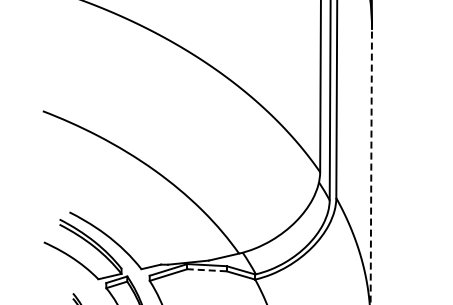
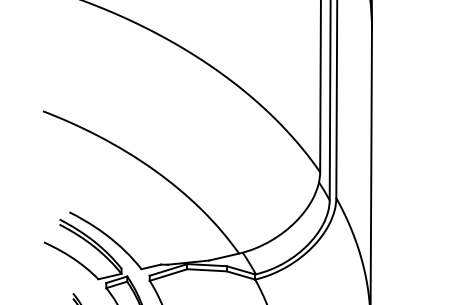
line at (371, 166): dashed -> solid
line at (207, 270): dashed -> solid
